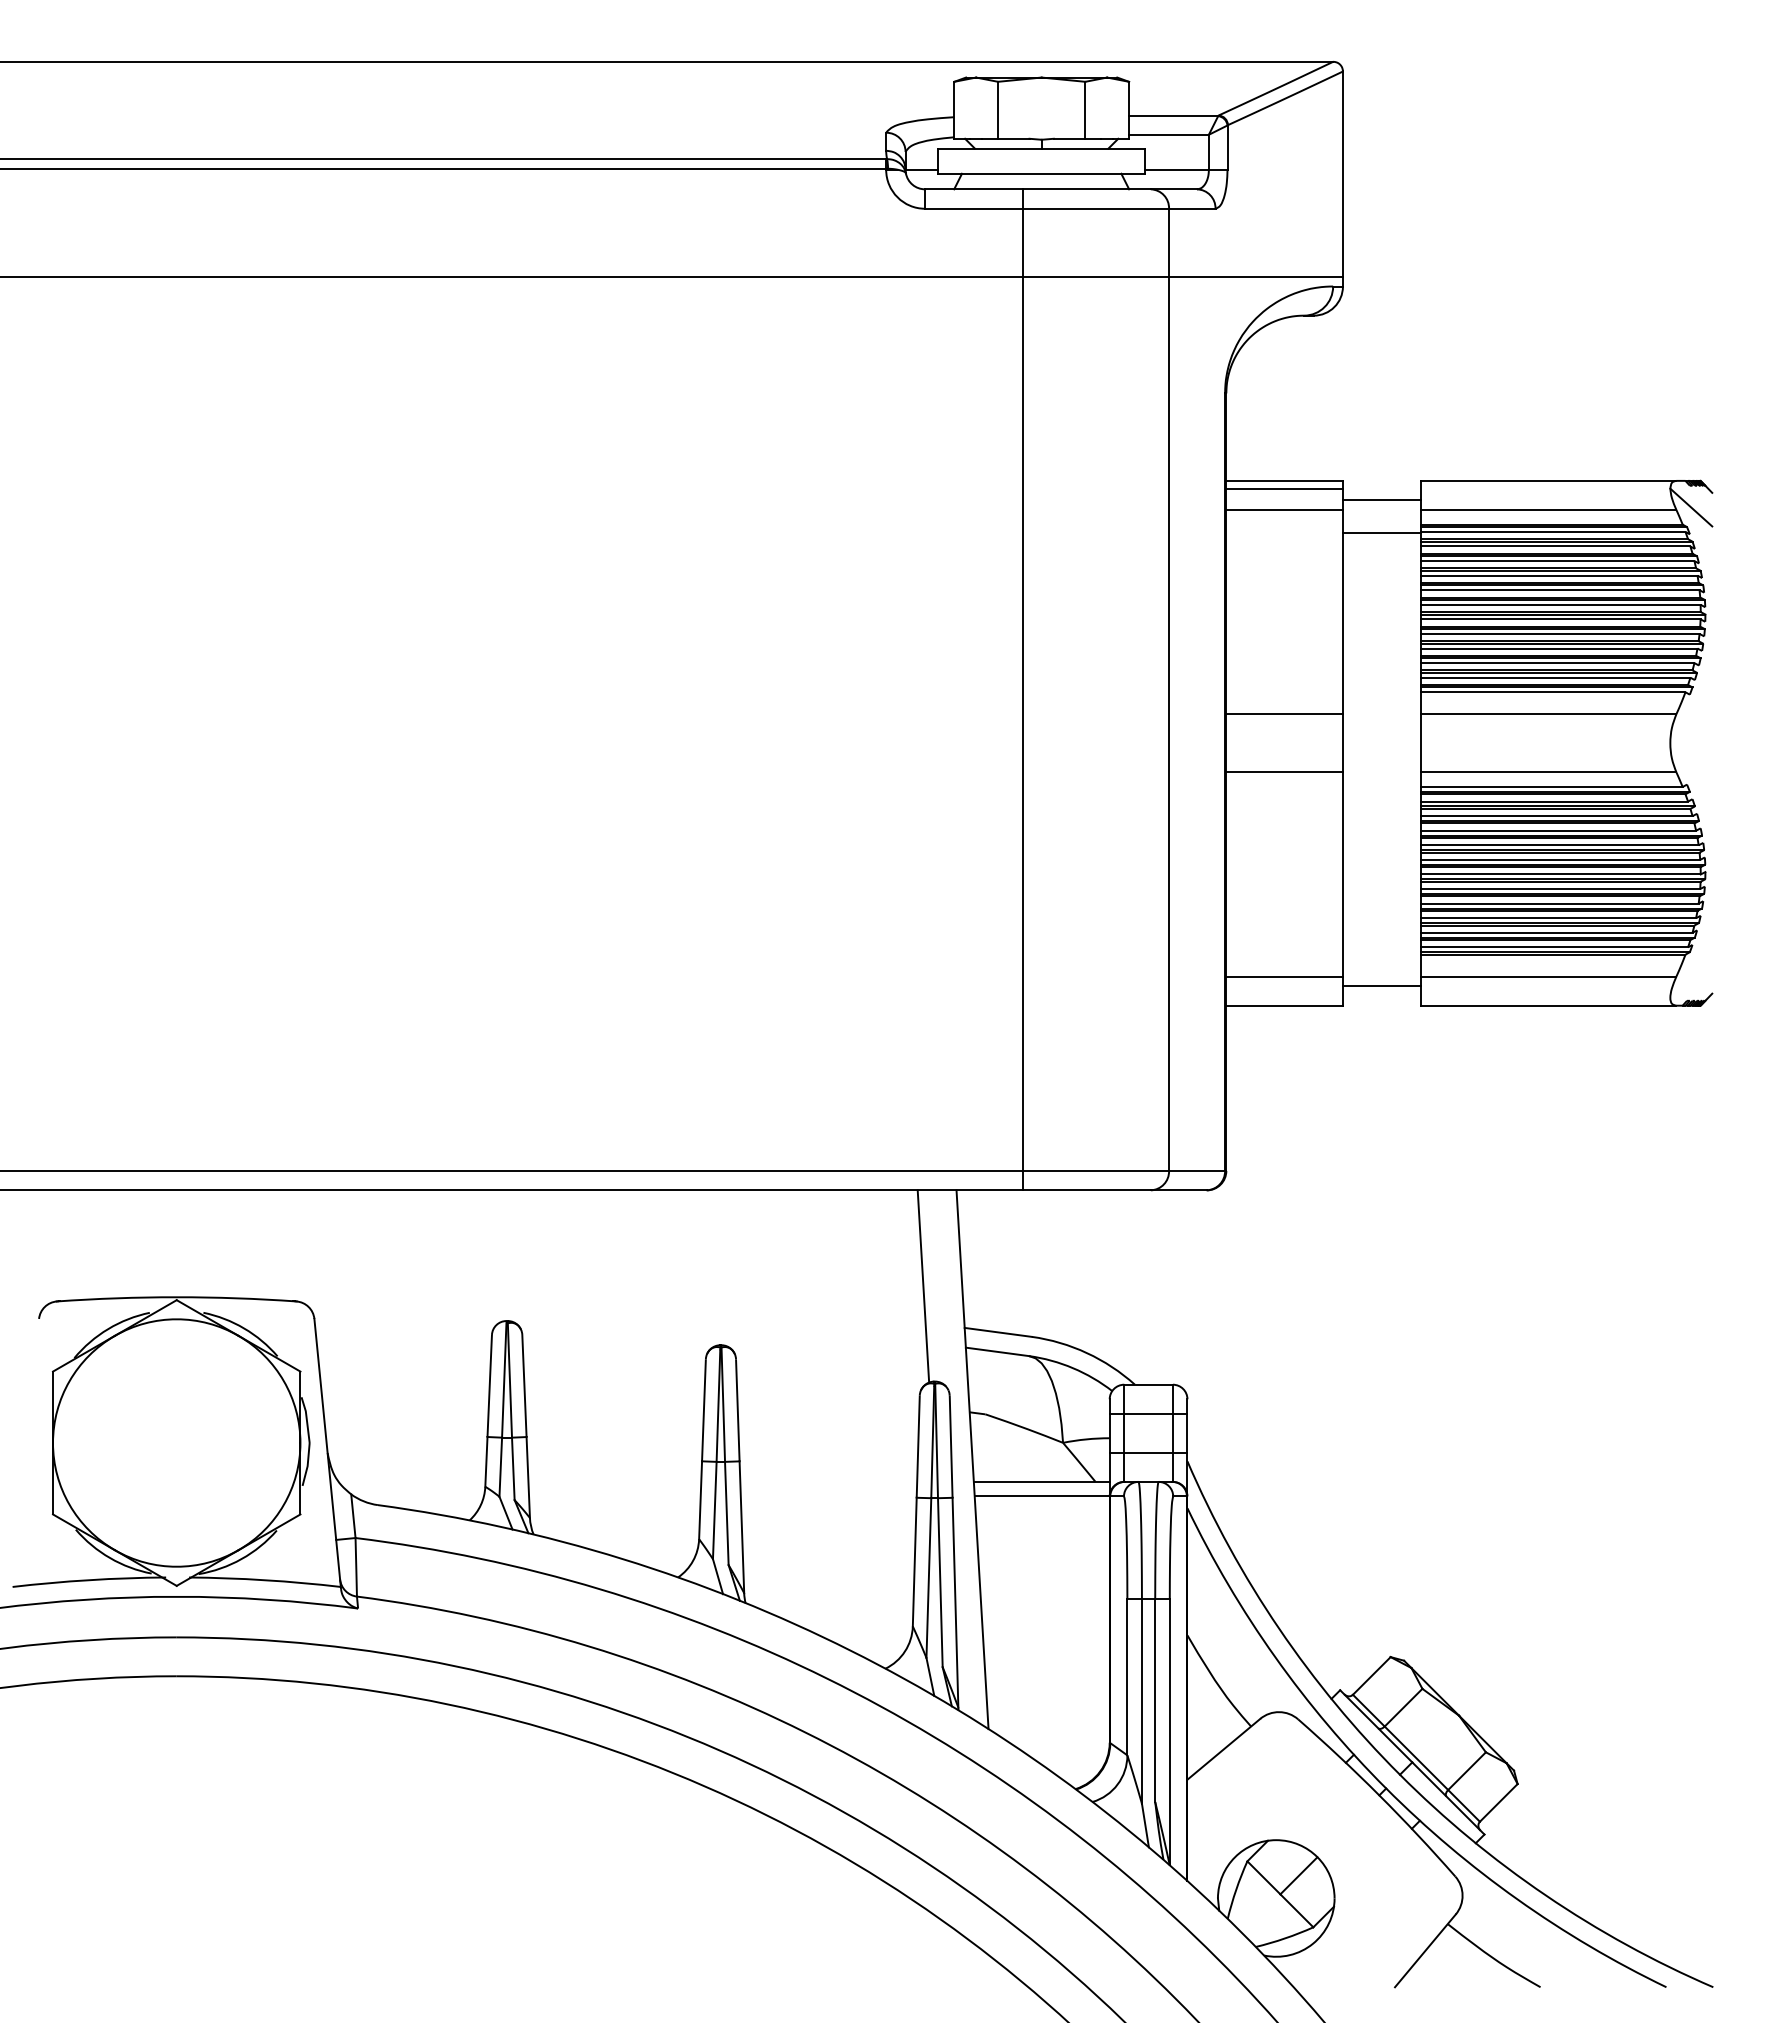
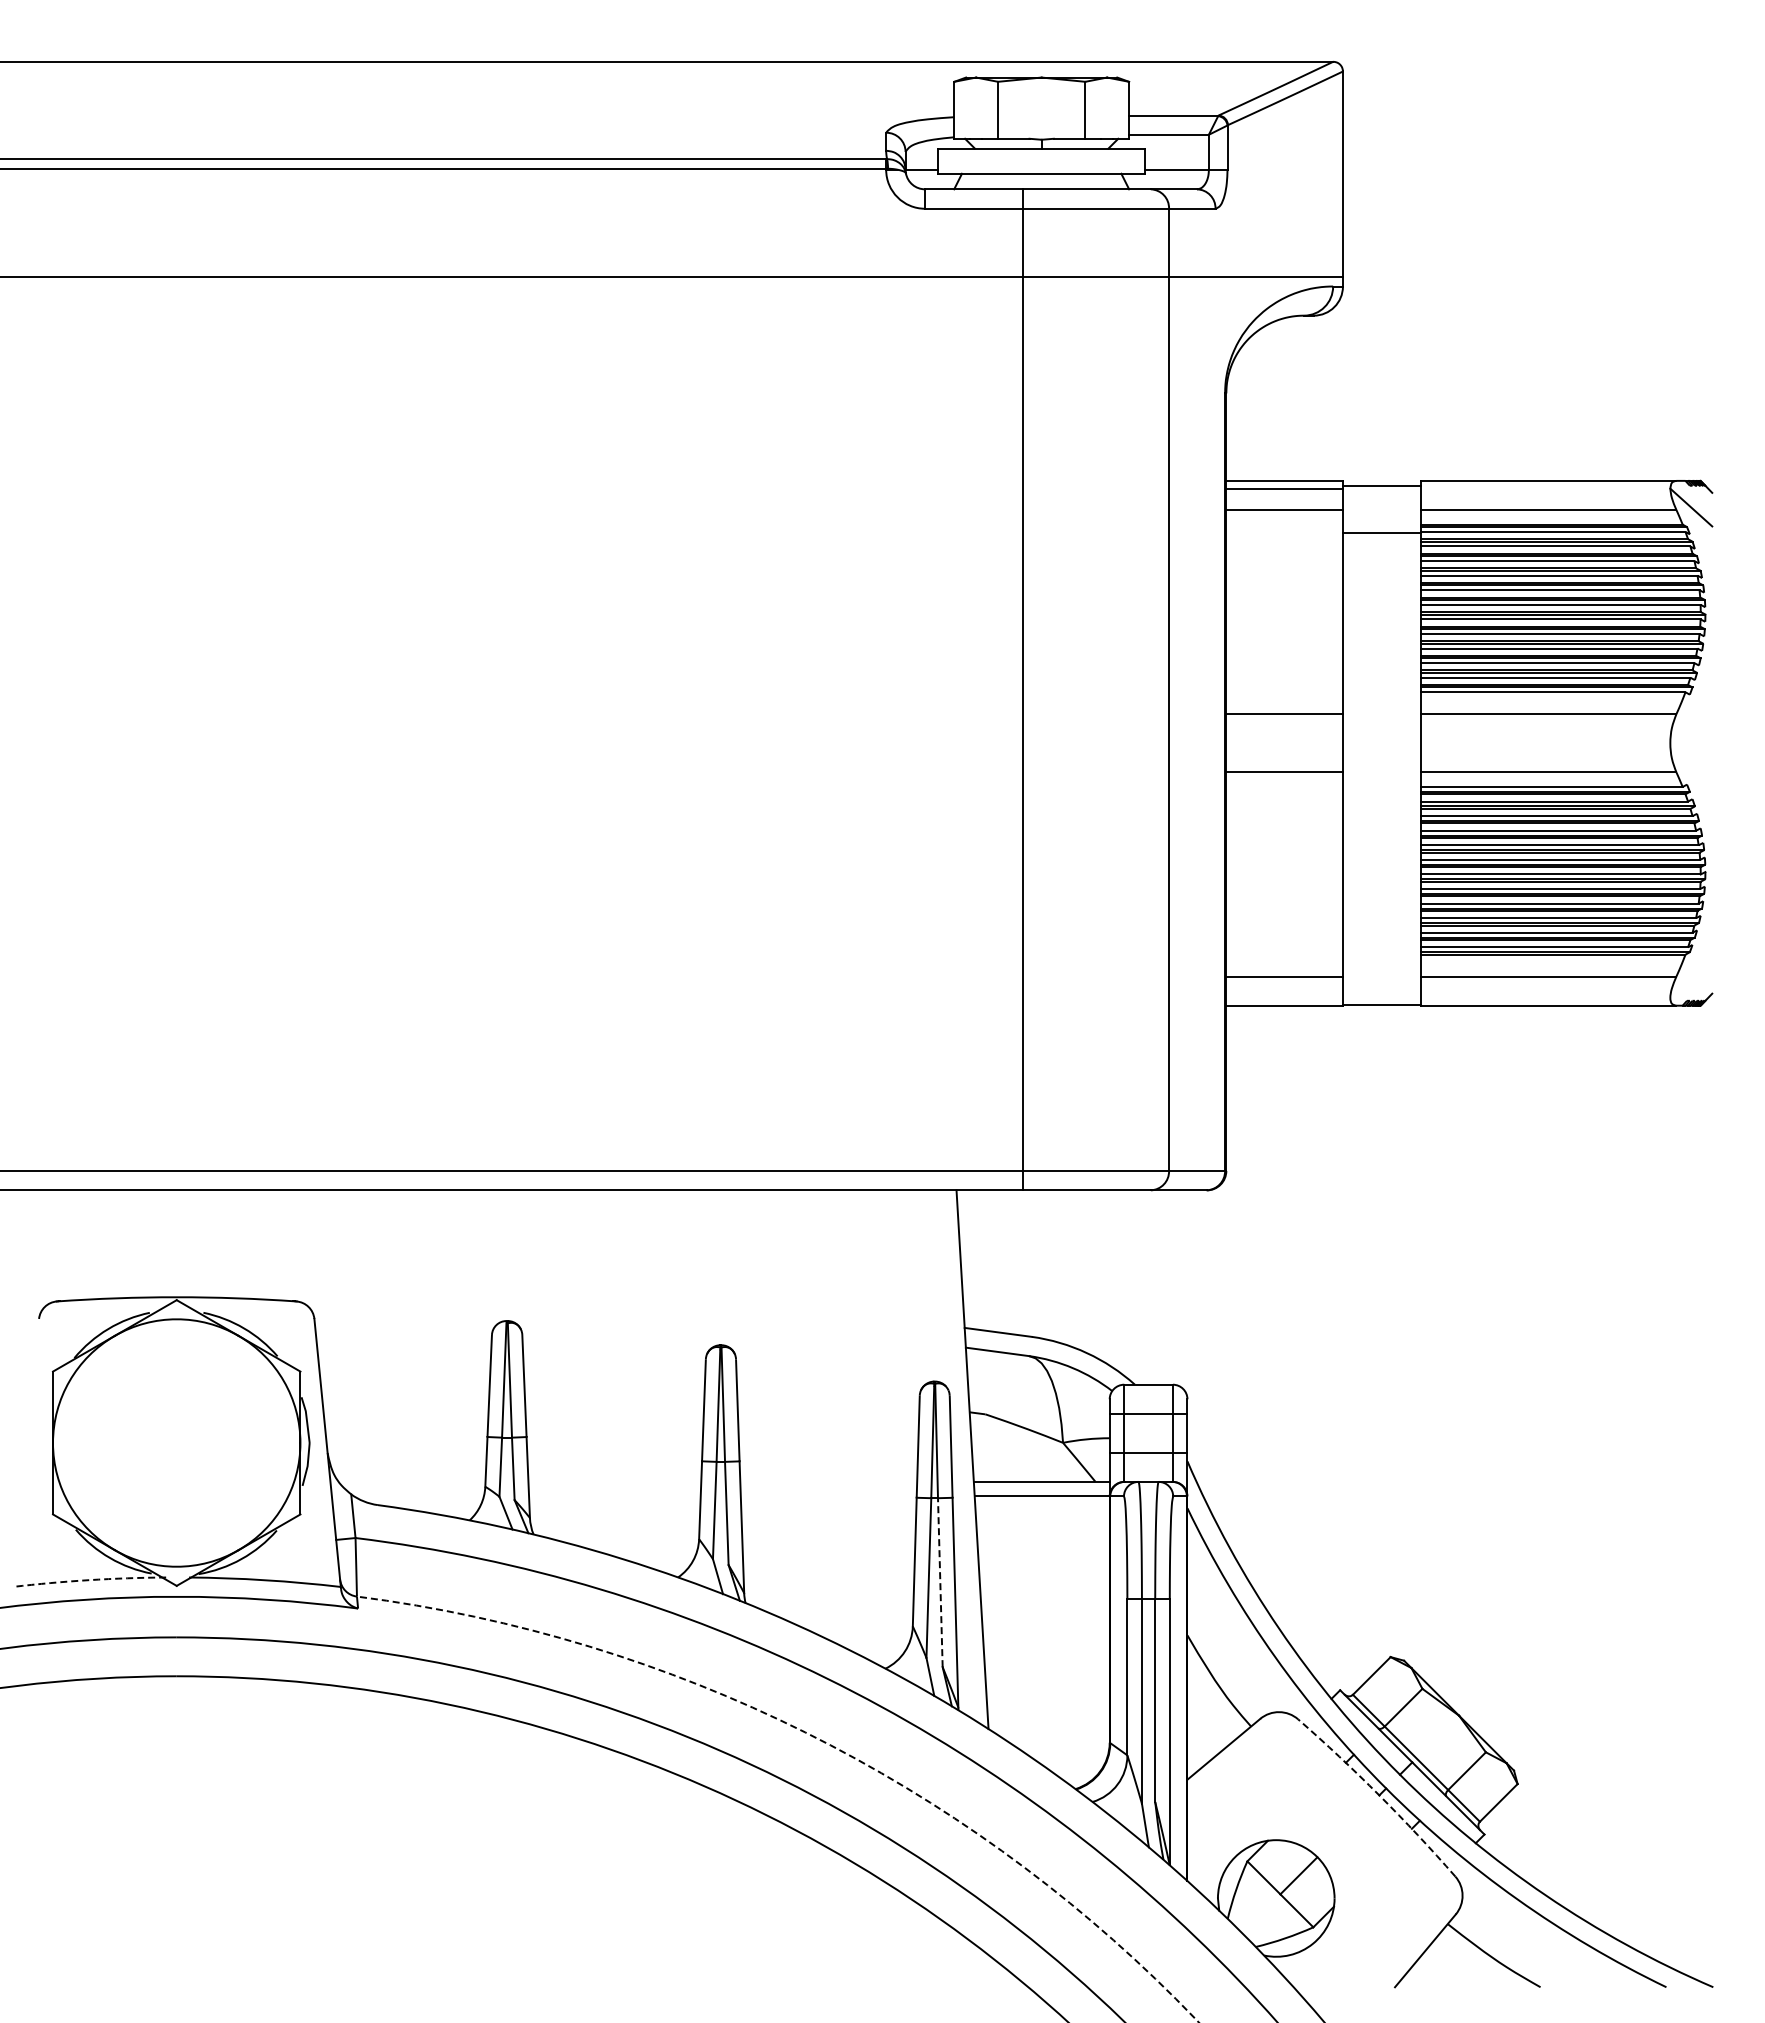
line at (1381, 500) position: (1381, 500) -> (1381, 486)
line at (1381, 986) position: (1381, 986) -> (1381, 1005)
line at (923, 1286): present -> none
arc at (89, 1580): solid -> dashed
line at (940, 1582): solid -> dashed
arc at (814, 1736): solid -> dashed
arc at (1379, 1795): solid -> dashed
